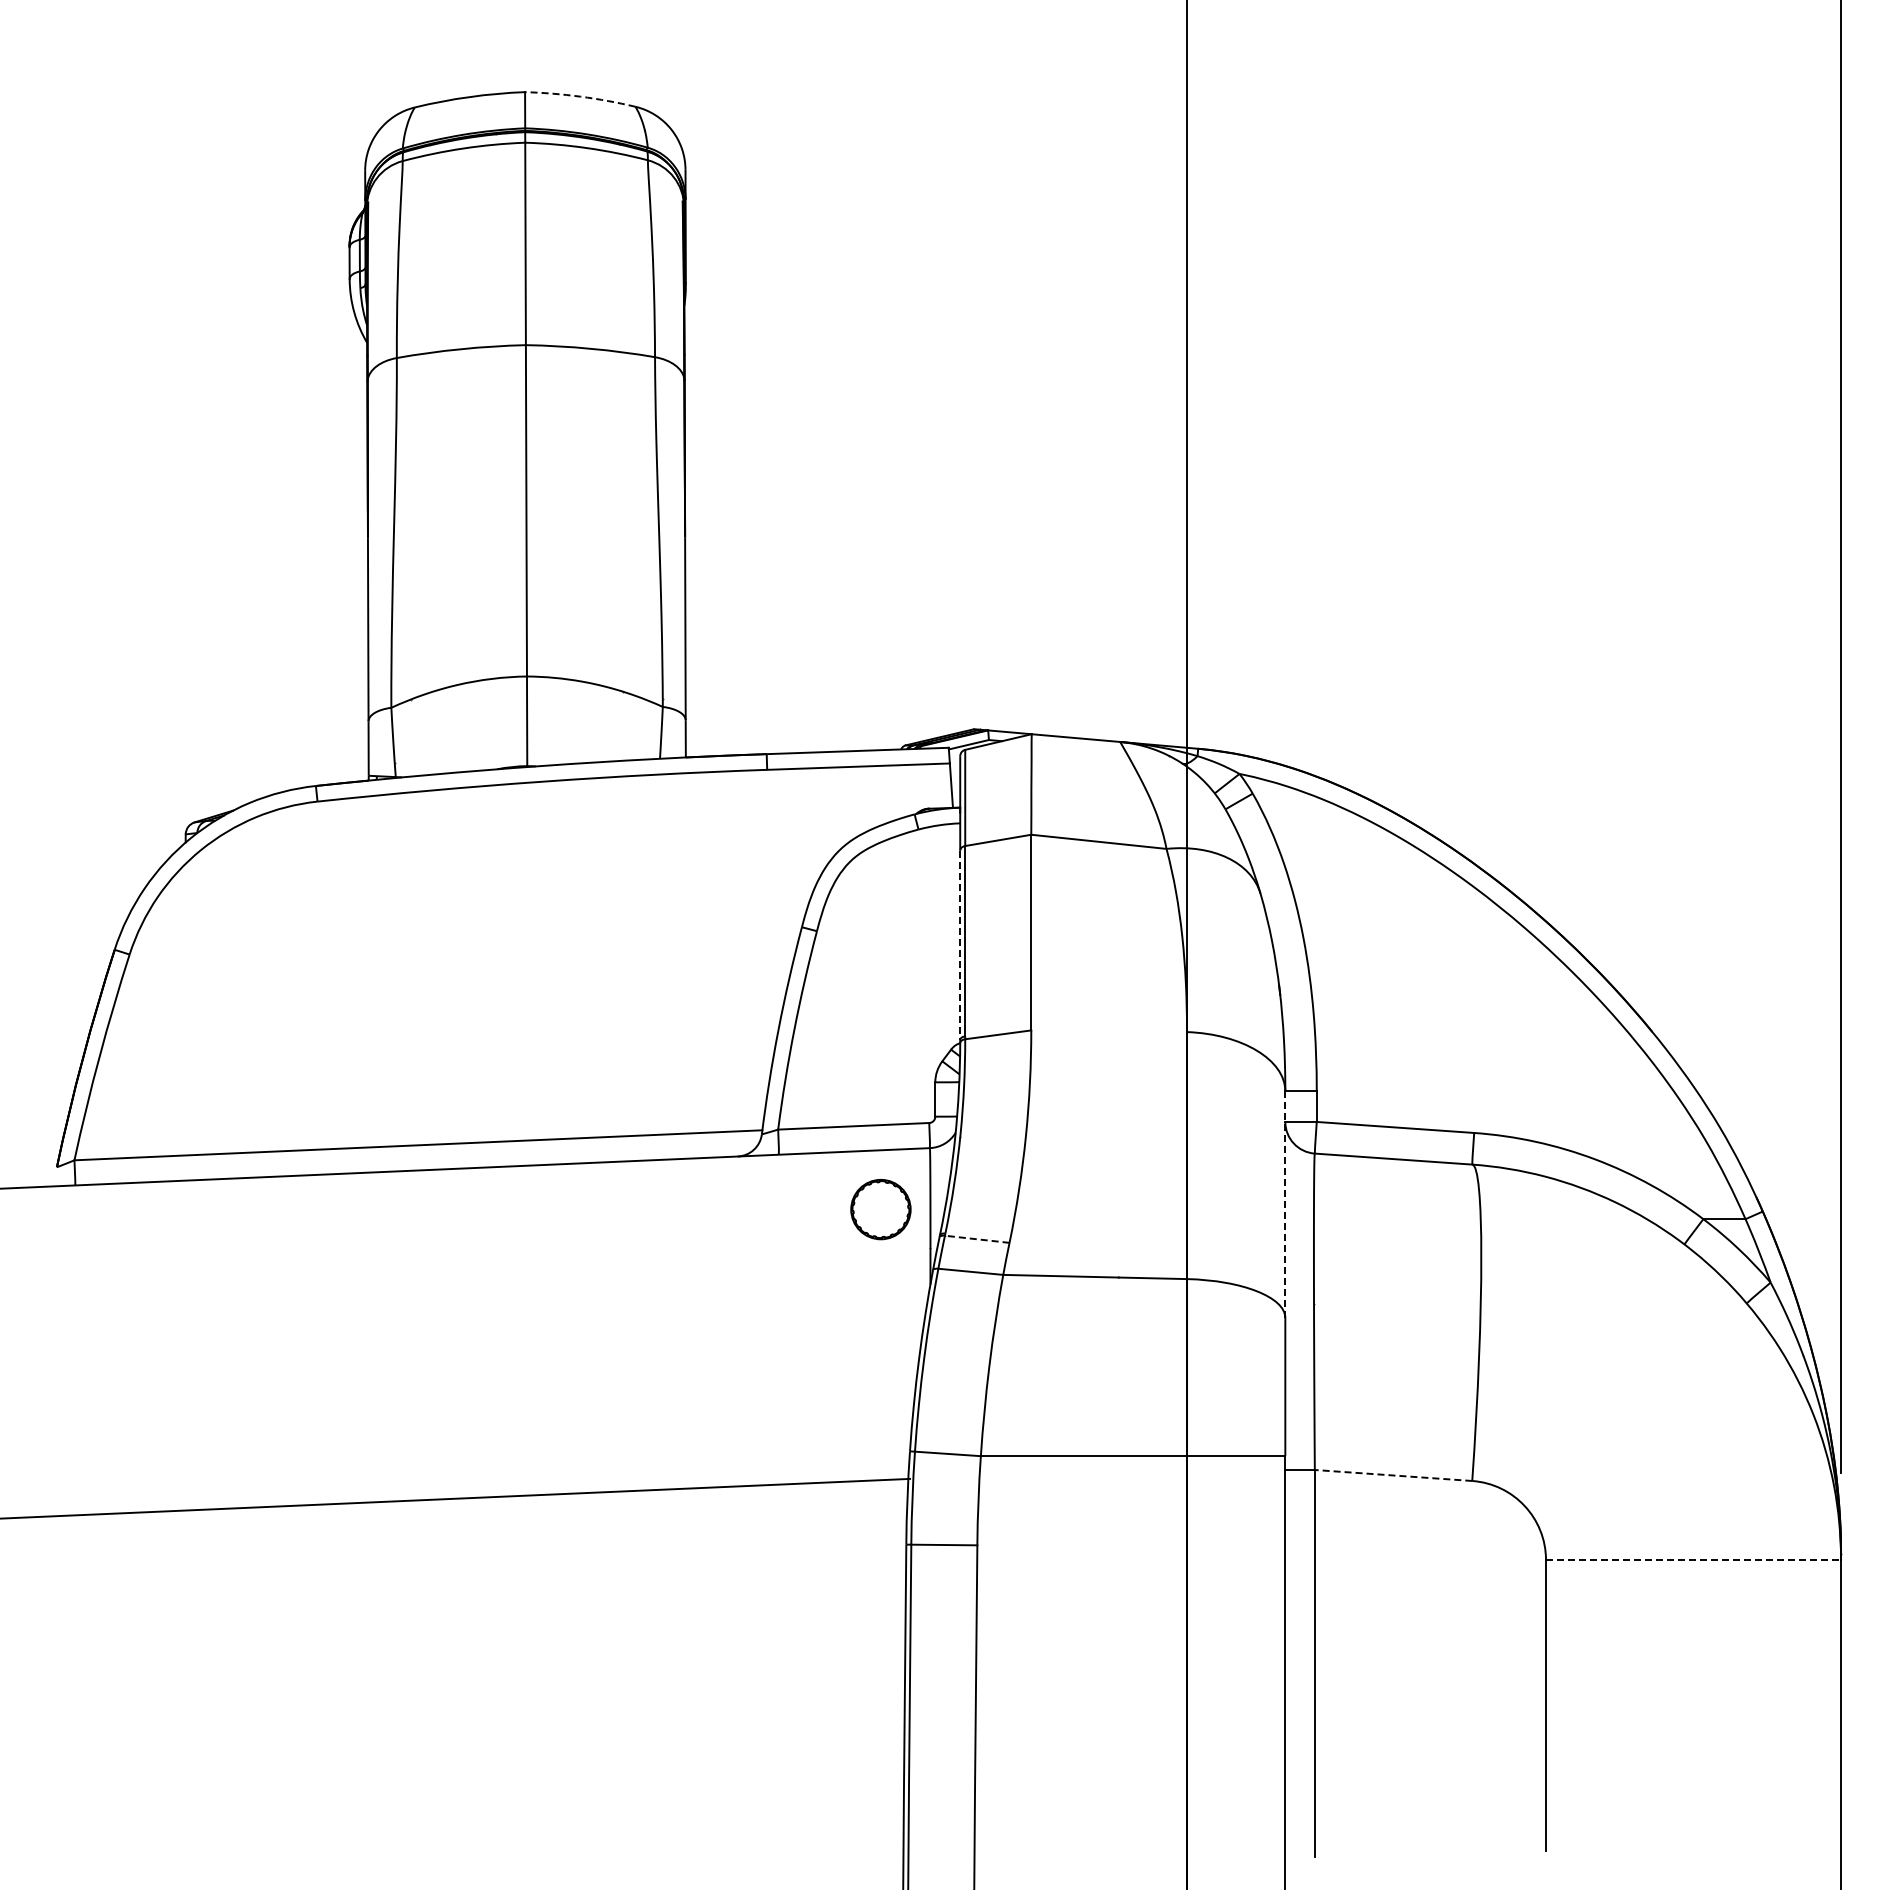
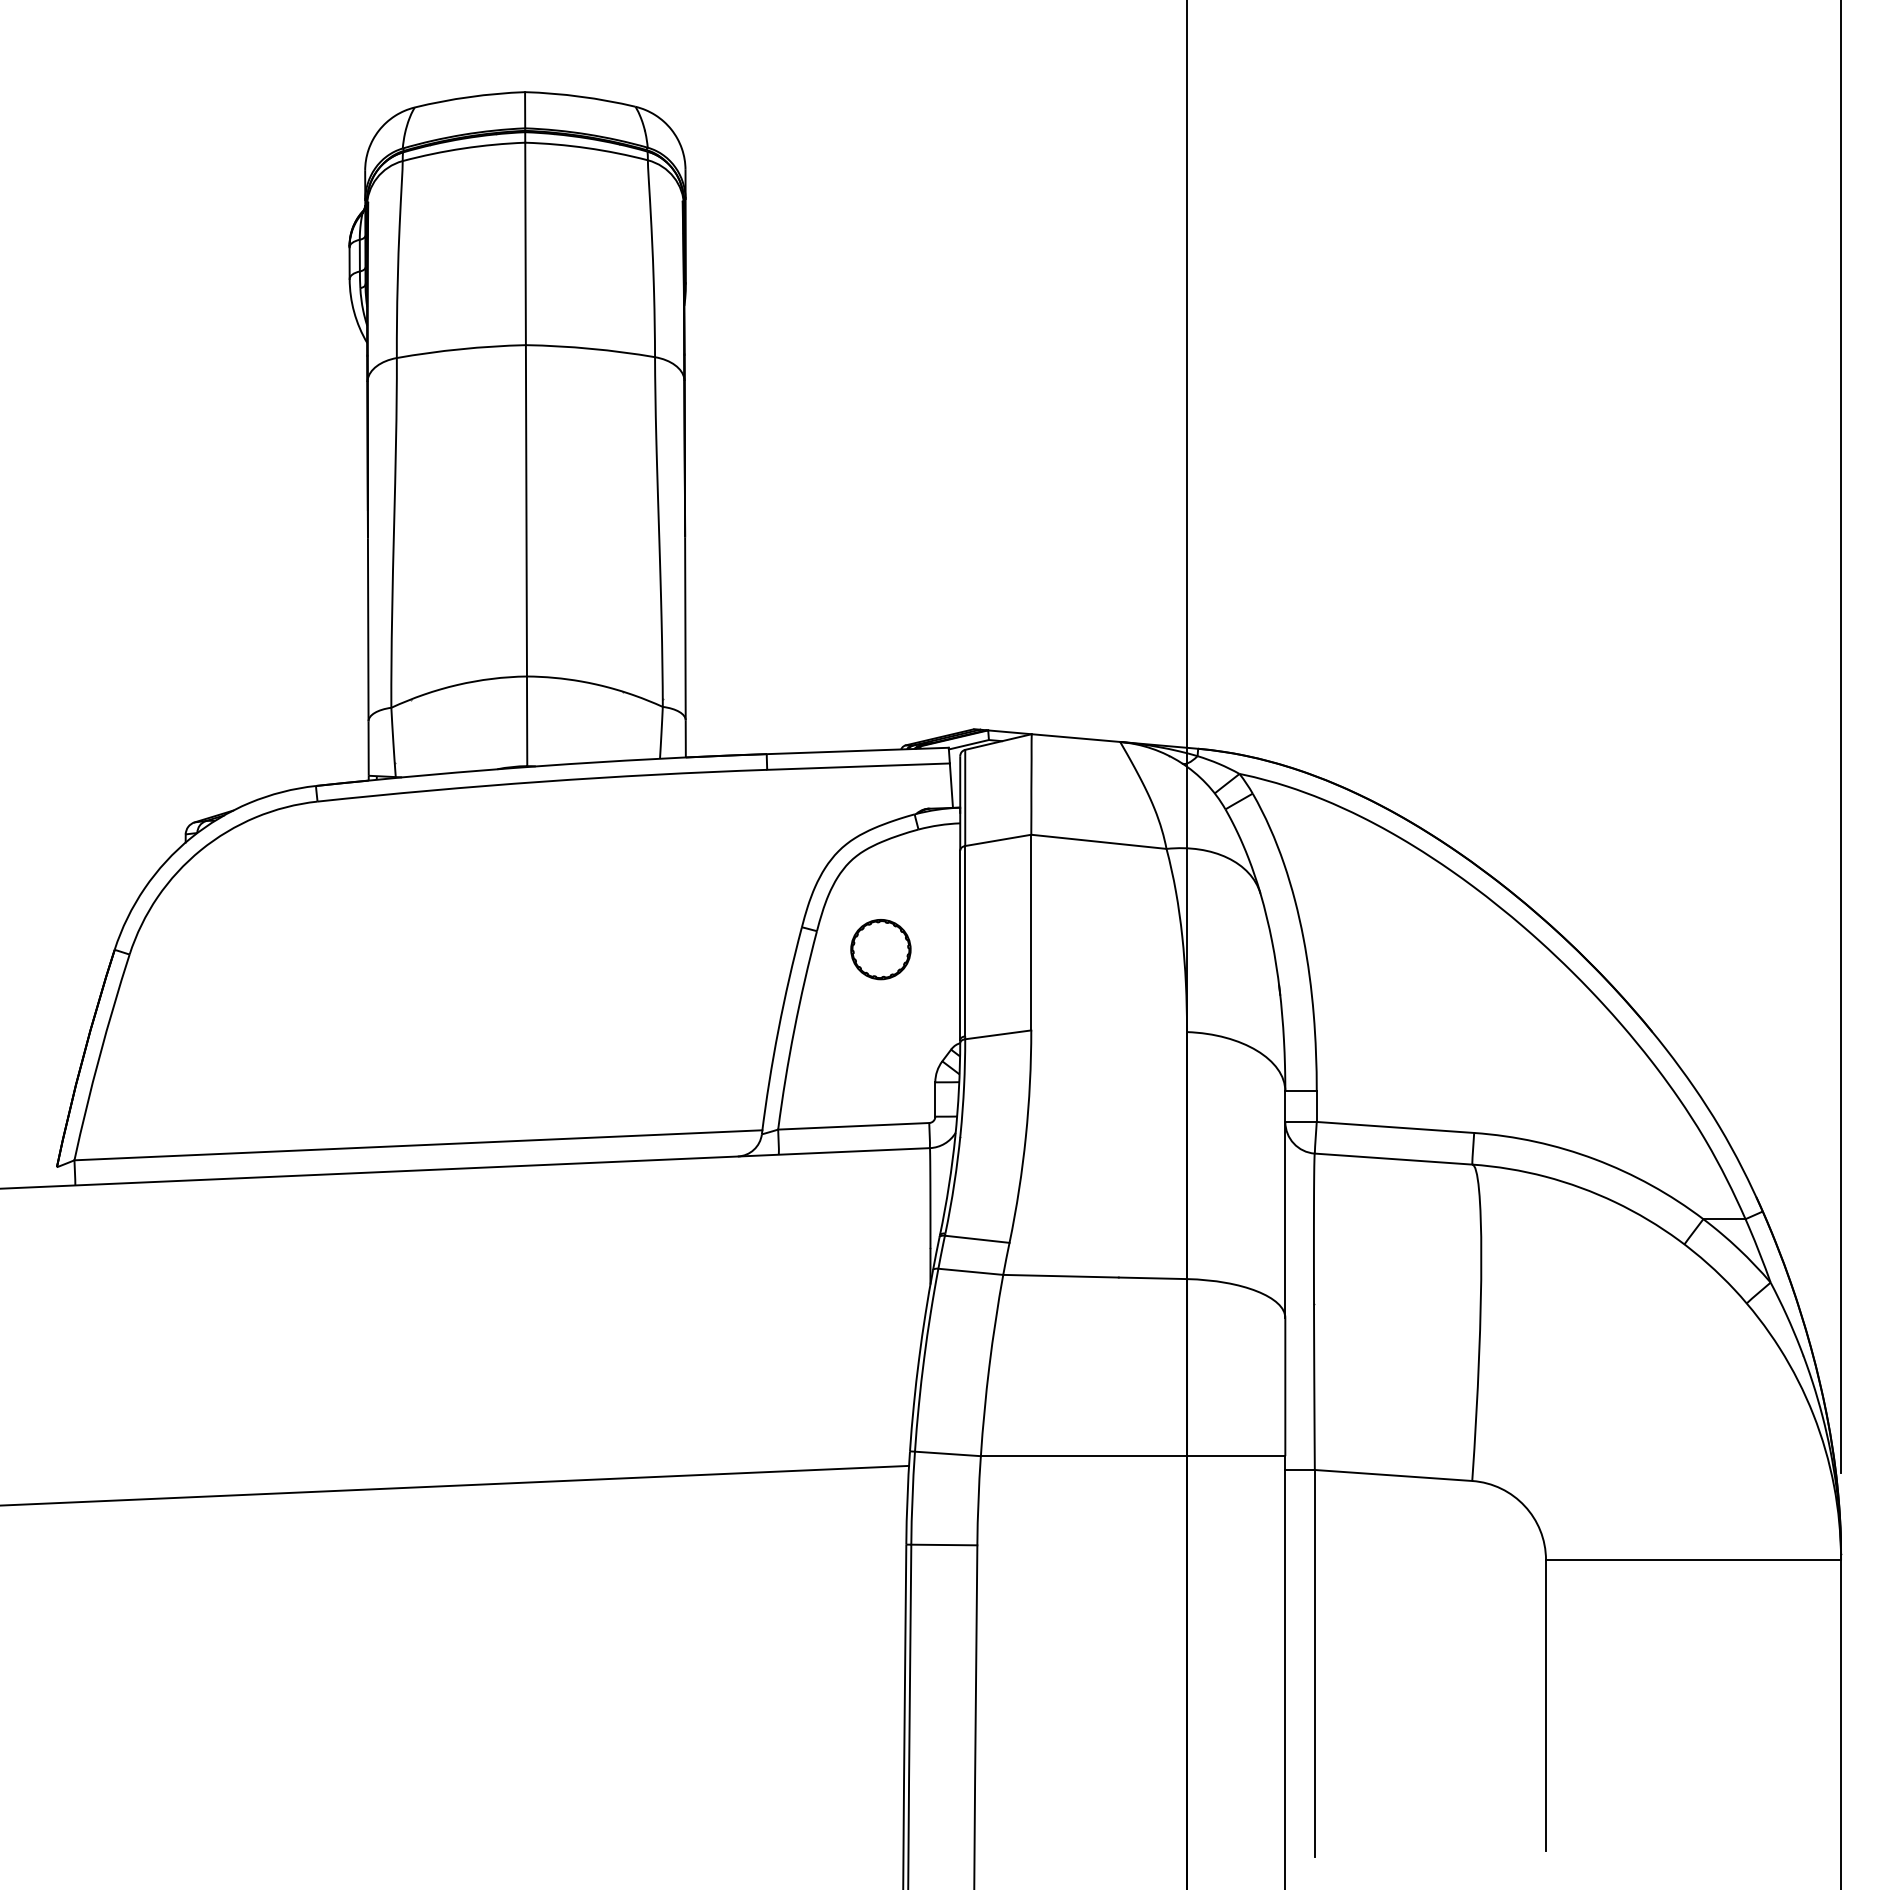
arc at (580, 96): dashed -> solid
line at (960, 945): dashed -> solid
line at (1285, 1204): dashed -> solid
part at (880, 1209) position: (880, 1209) -> (880, 949)
line at (976, 1239): dashed -> solid
line at (1393, 1475): dashed -> solid
line at (456, 1498) position: (456, 1498) -> (455, 1485)
line at (1693, 1560): dashed -> solid
